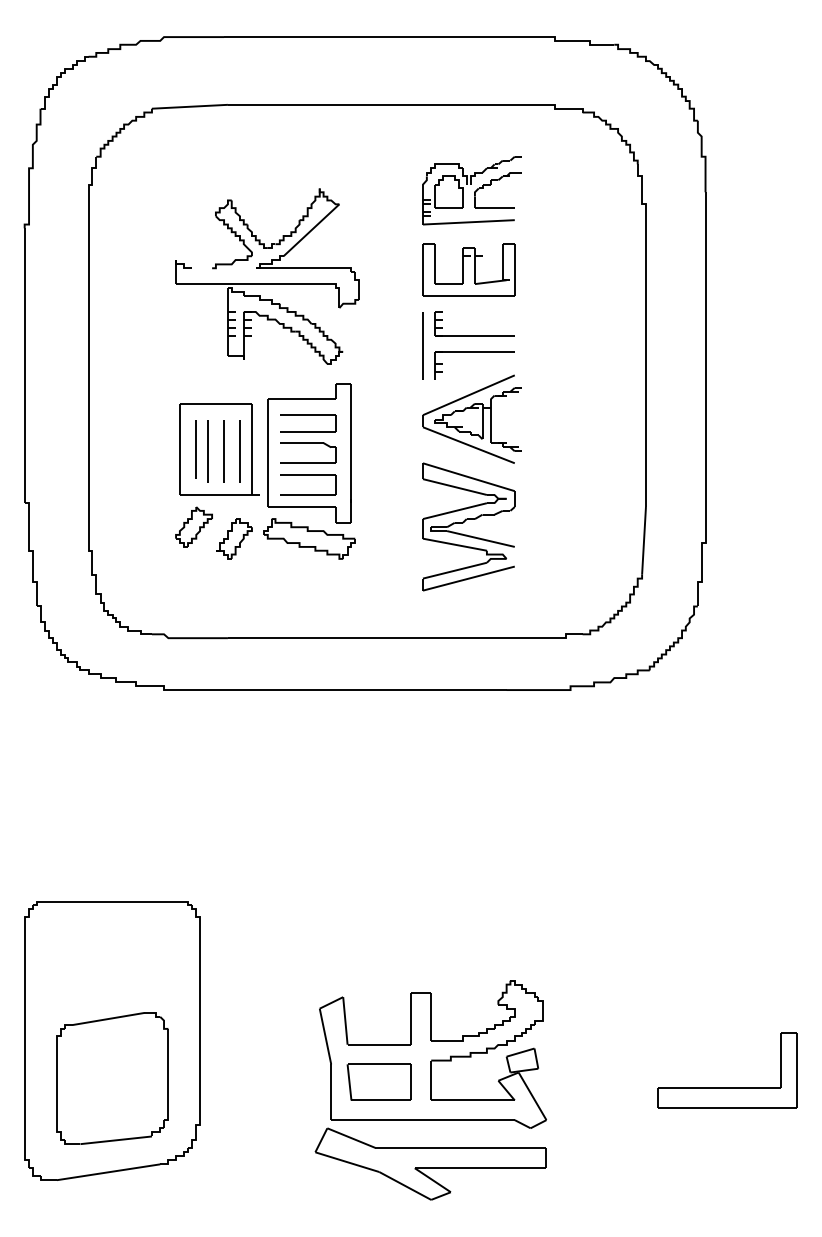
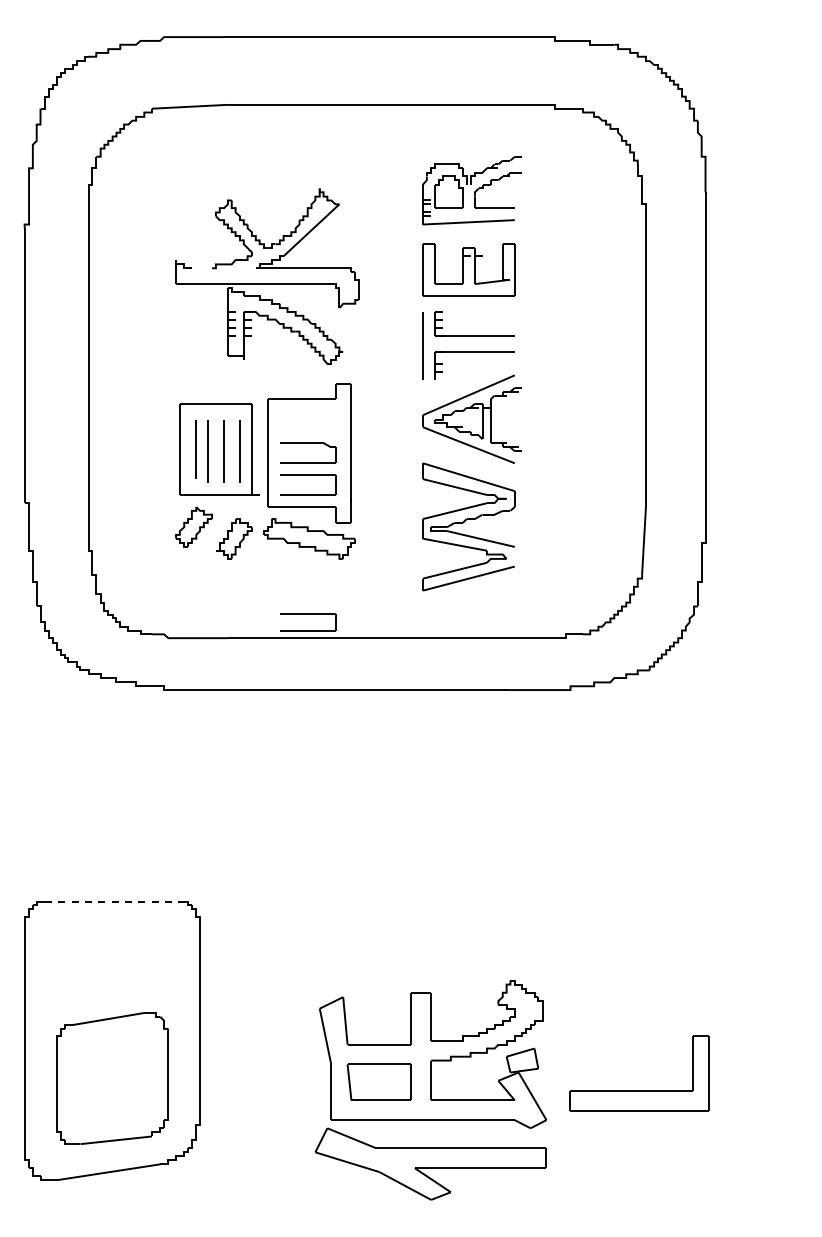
part at (308, 415) position: (308, 415) -> (308, 614)
line at (112, 901): solid -> dashed
part at (727, 1087) position: (727, 1087) -> (639, 1090)
